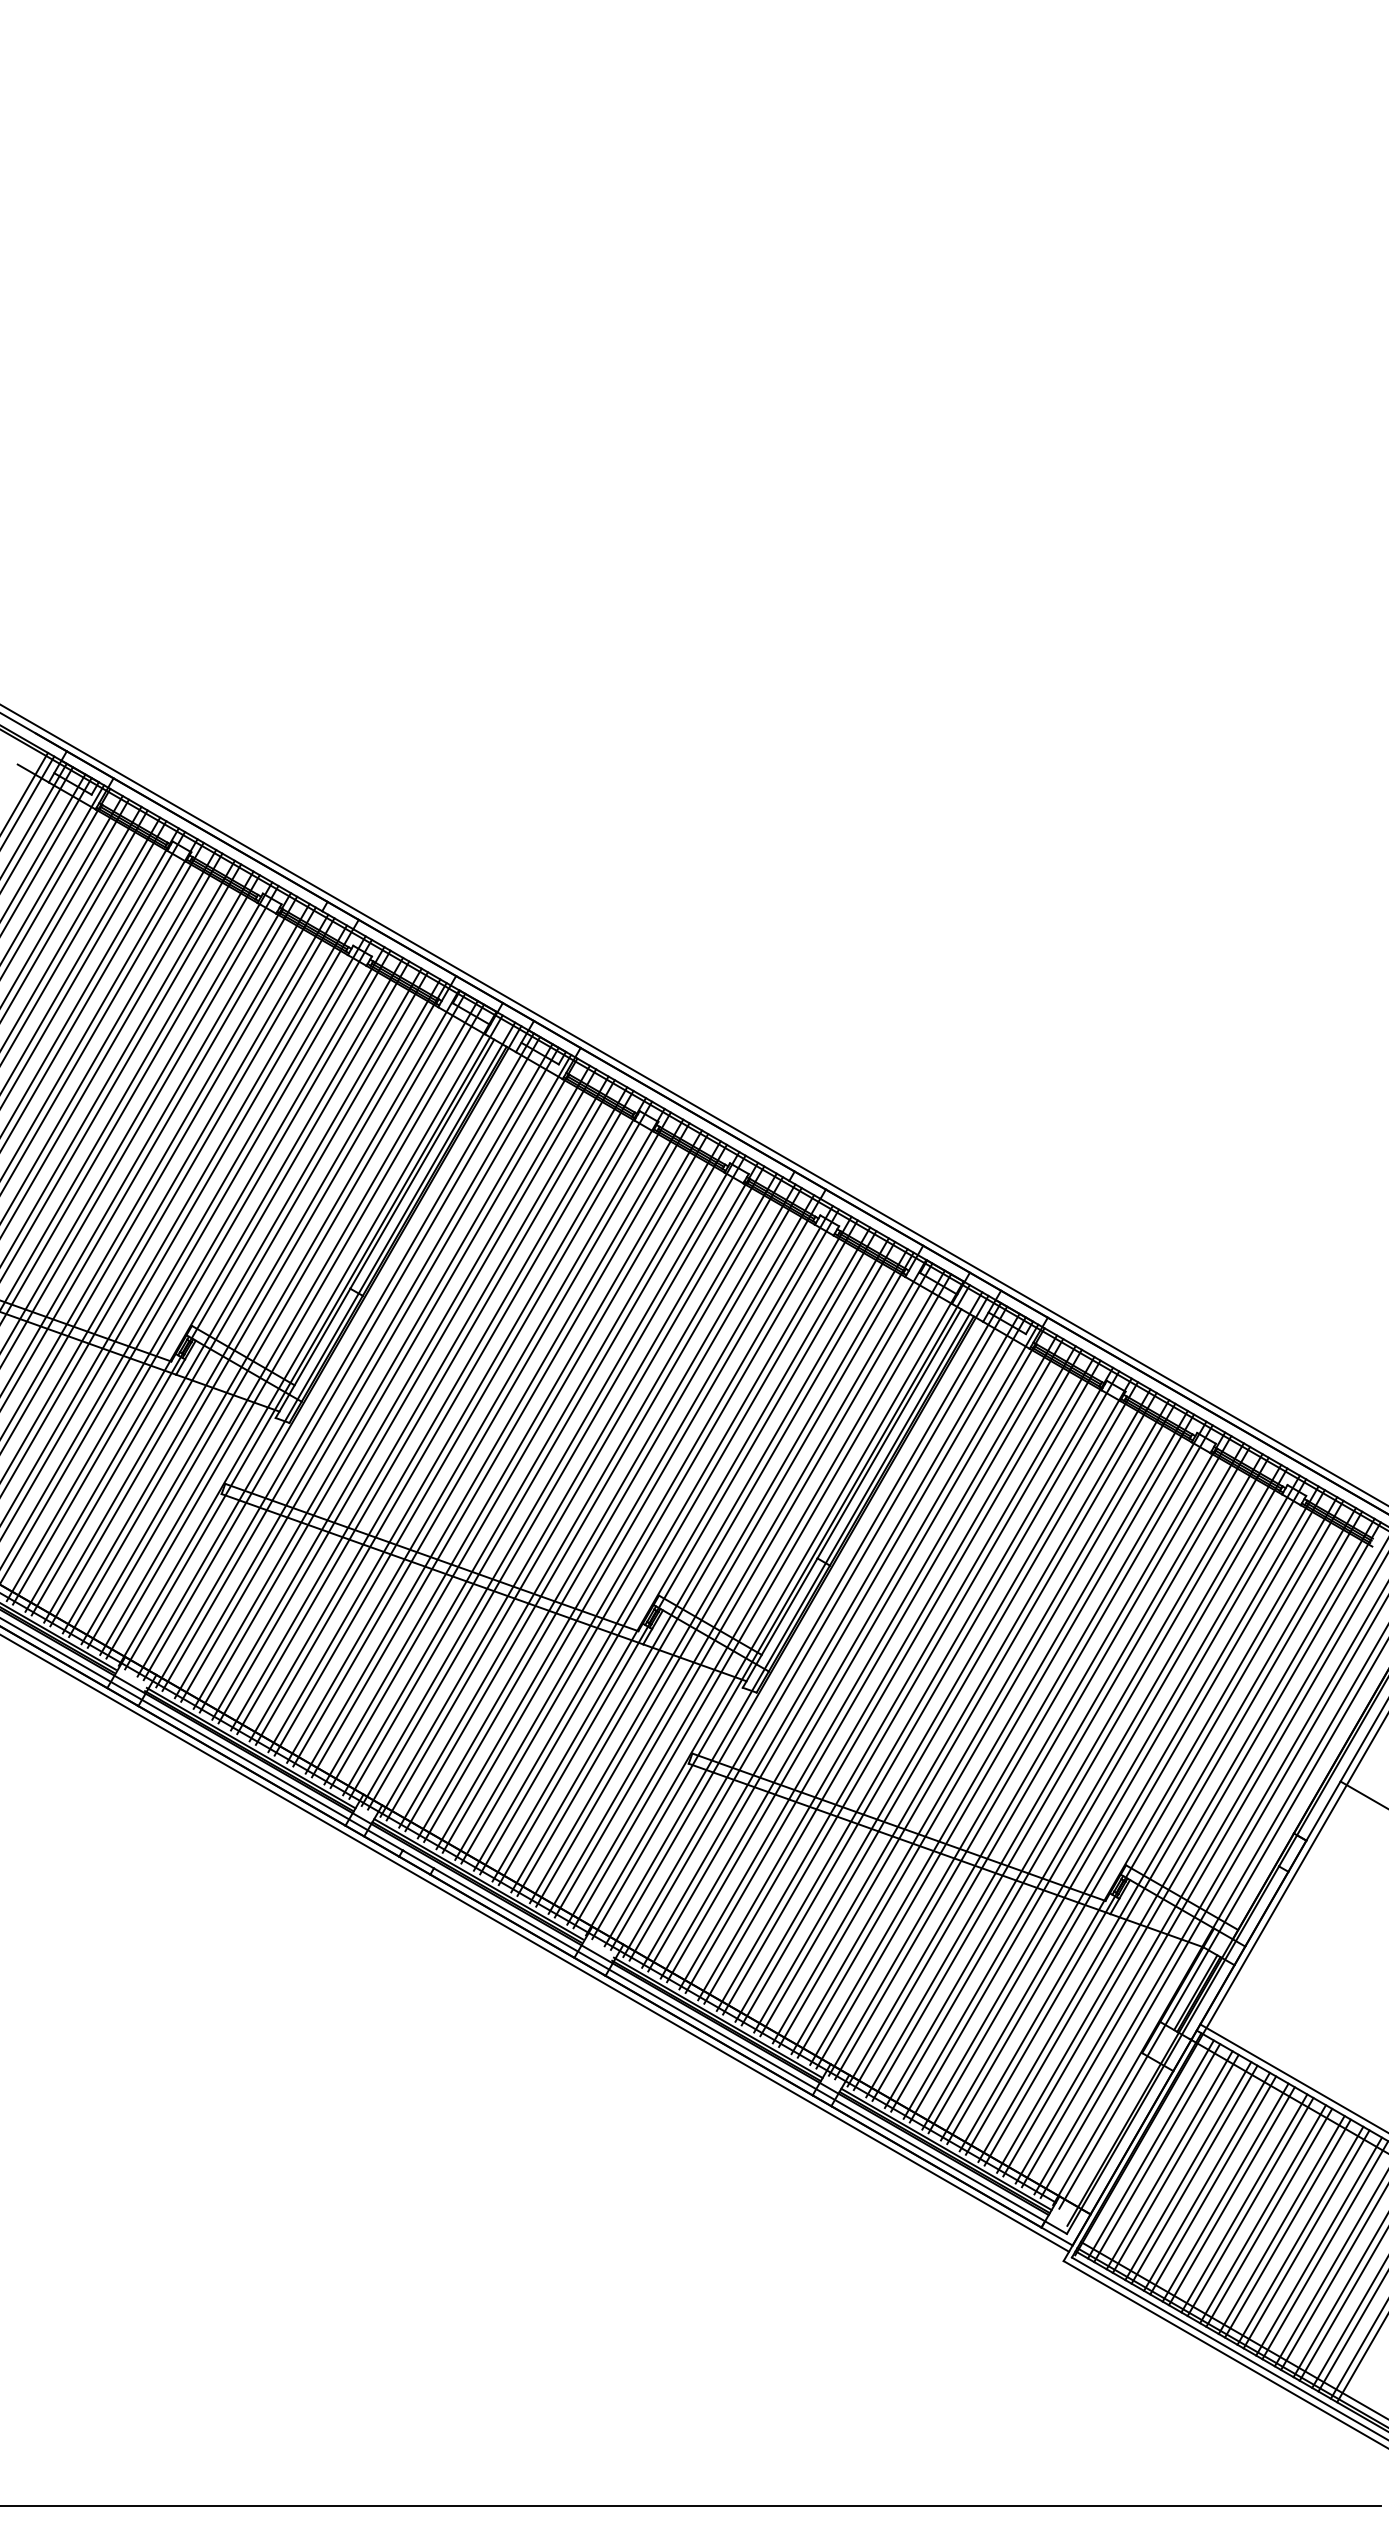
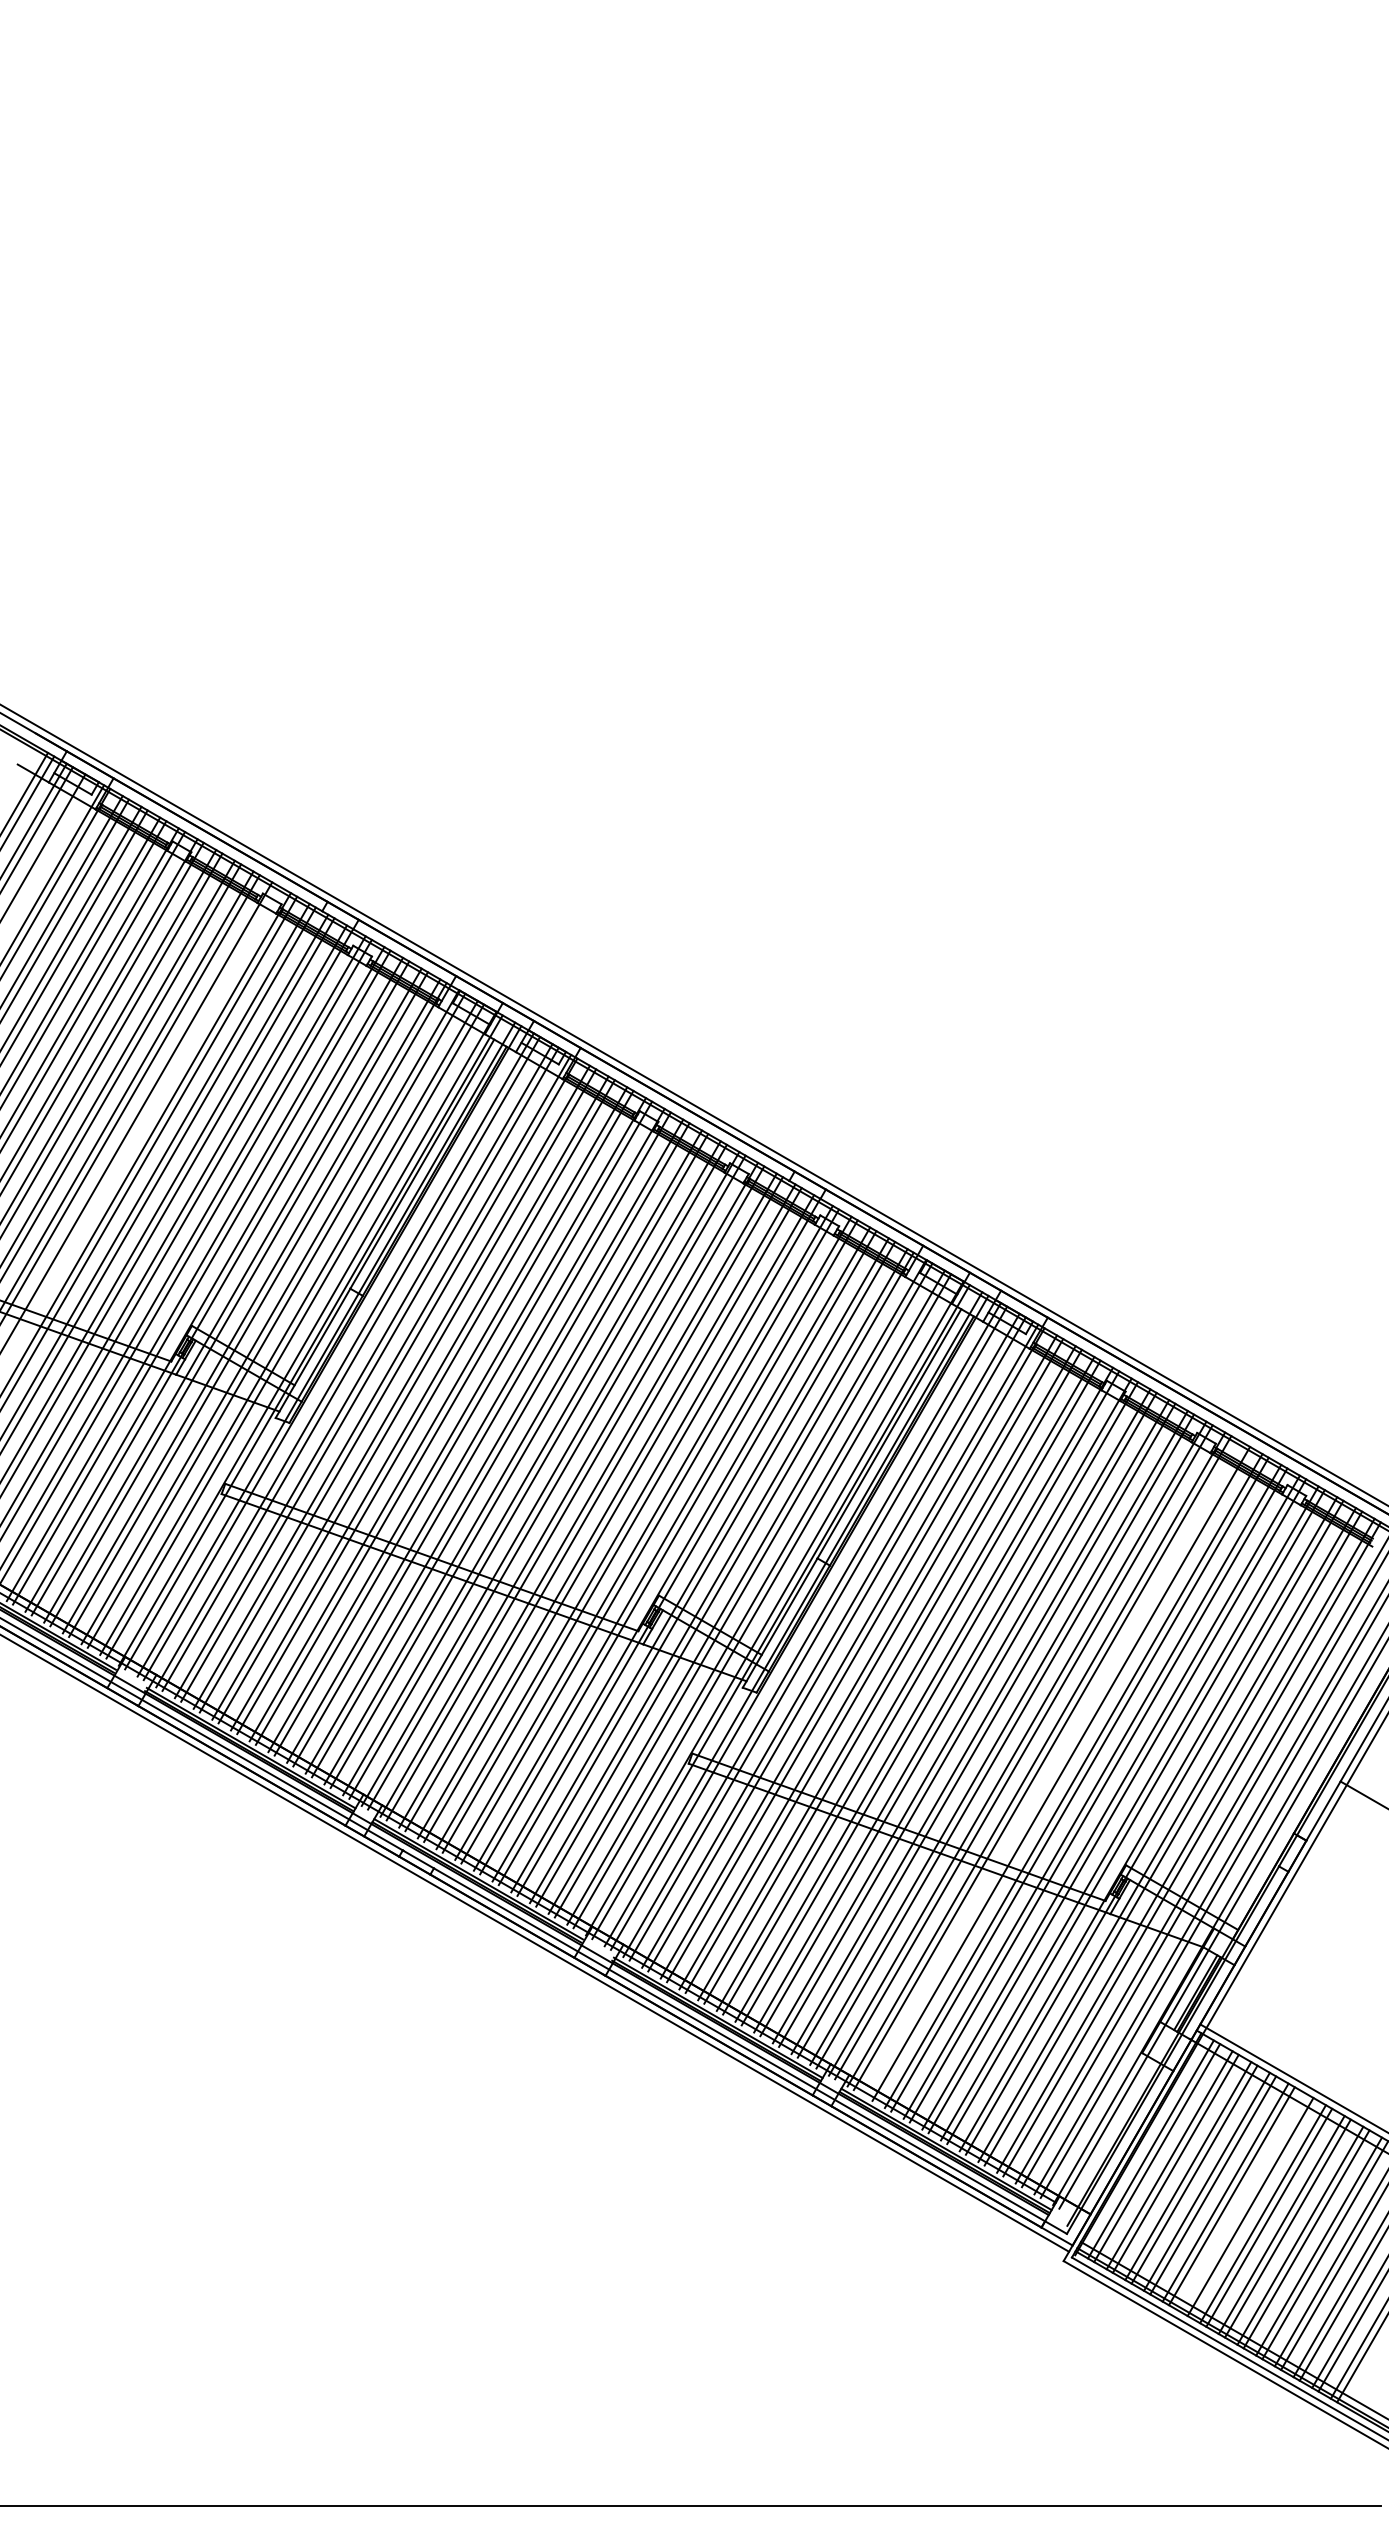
line at (46, 855): present -> none
line at (140, 1124): present -> none
line at (1054, 1770): present -> none
line at (1244, 2203): present -> none
